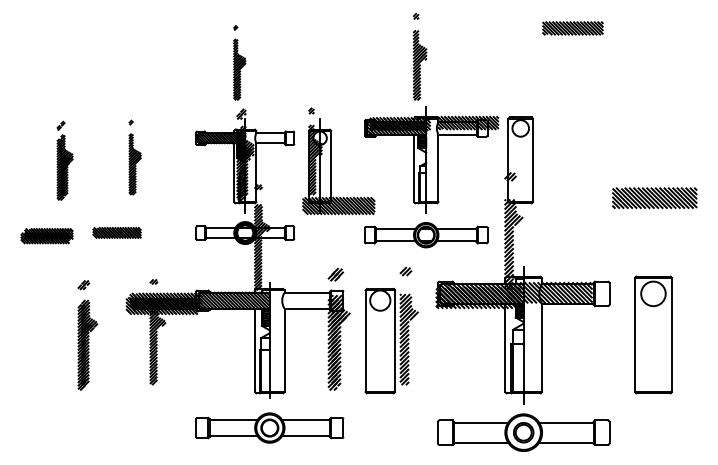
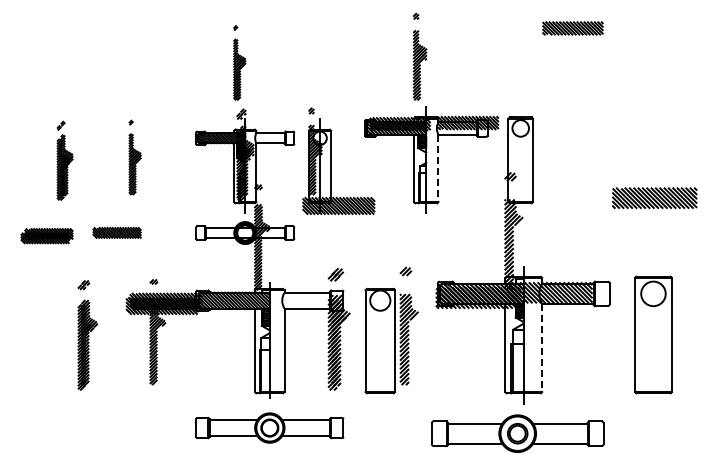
line at (438, 168): solid -> dashed
part at (426, 235): present -> none
line at (542, 348): solid -> dashed
part at (523, 432) position: (523, 432) -> (517, 433)
